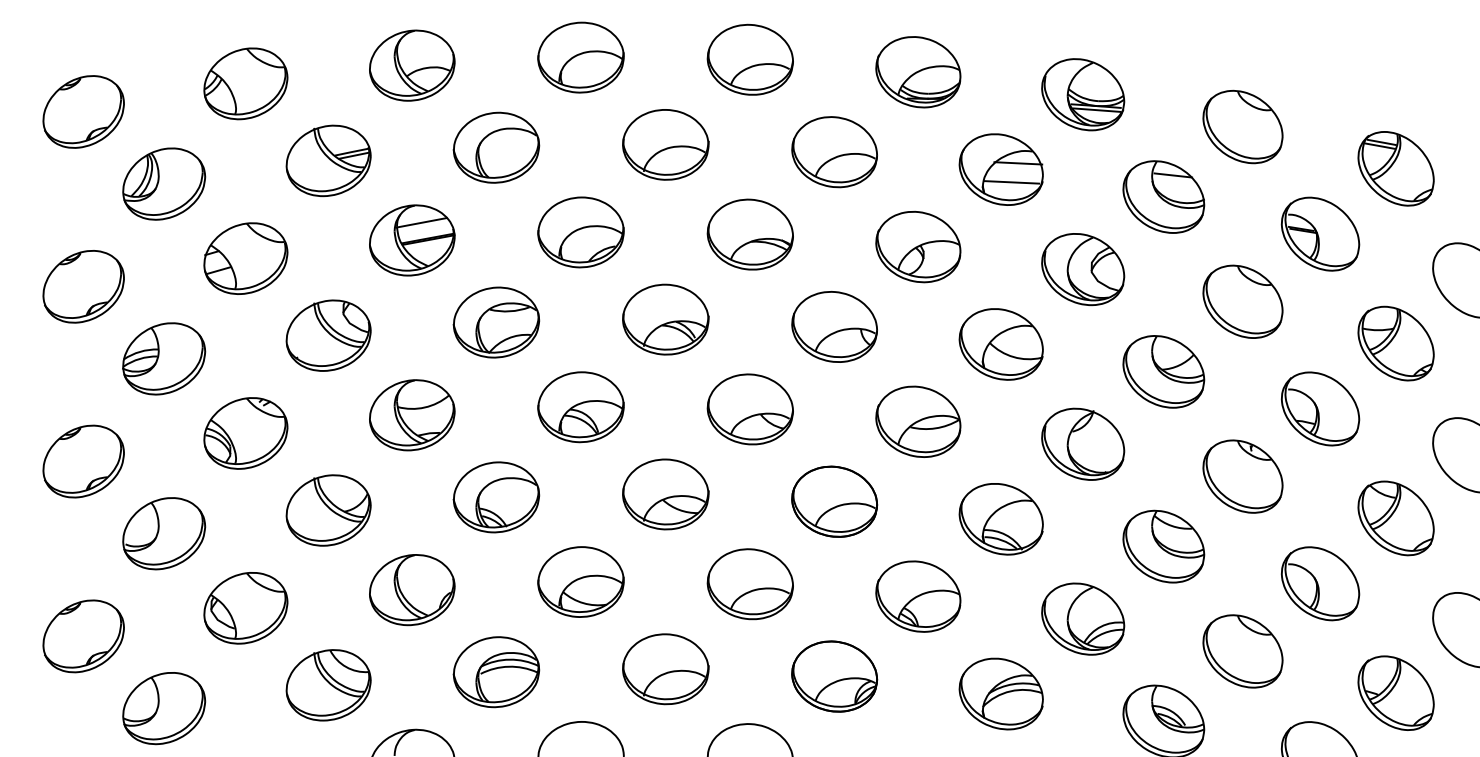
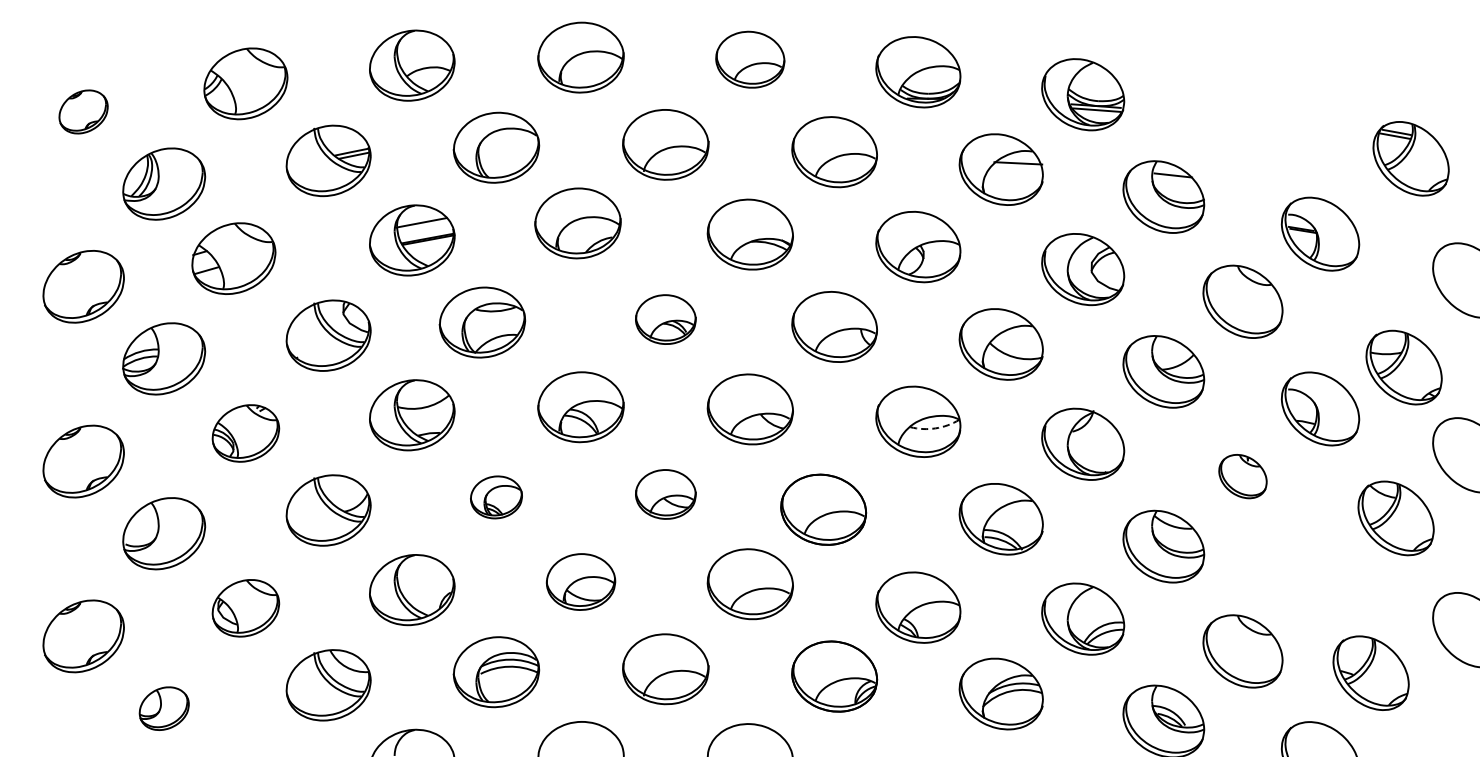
part at (749, 59) size: 88x73 px -> 71x59 px
part at (83, 111) size: 83x74 px -> 51x46 px
part at (1242, 126): present -> none
part at (1395, 168) position: (1395, 168) -> (1410, 158)
line at (1011, 182): present -> none
part at (580, 232) position: (580, 232) -> (577, 223)
part at (245, 258) position: (245, 258) -> (233, 258)
part at (665, 319) size: 88x73 px -> 62x51 px
part at (496, 322) position: (496, 322) -> (482, 322)
part at (1395, 343) position: (1395, 343) -> (1403, 367)
arc at (935, 428): solid -> dashed
part at (245, 433) size: 86x73 px -> 70x59 px
part at (1242, 476) size: 82x75 px -> 50x46 px
part at (665, 494) size: 88x73 px -> 62x51 px
part at (496, 497) size: 89x73 px -> 53x45 px
part at (834, 501) position: (834, 501) -> (823, 509)
part at (580, 581) size: 88x72 px -> 72x58 px
part at (1320, 583): present -> none
part at (918, 596) position: (918, 596) -> (918, 607)
part at (245, 608) size: 86x73 px -> 70x59 px
part at (1395, 692) position: (1395, 692) -> (1370, 672)
part at (164, 708) size: 85x74 px -> 52x45 px
